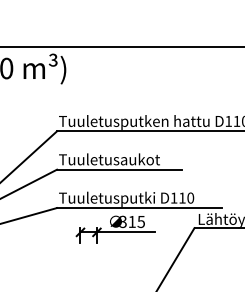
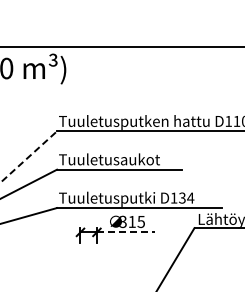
line at (29, 156): solid -> dashed
text at (186, 197): D110 -> D134
line at (126, 232): solid -> dashed
